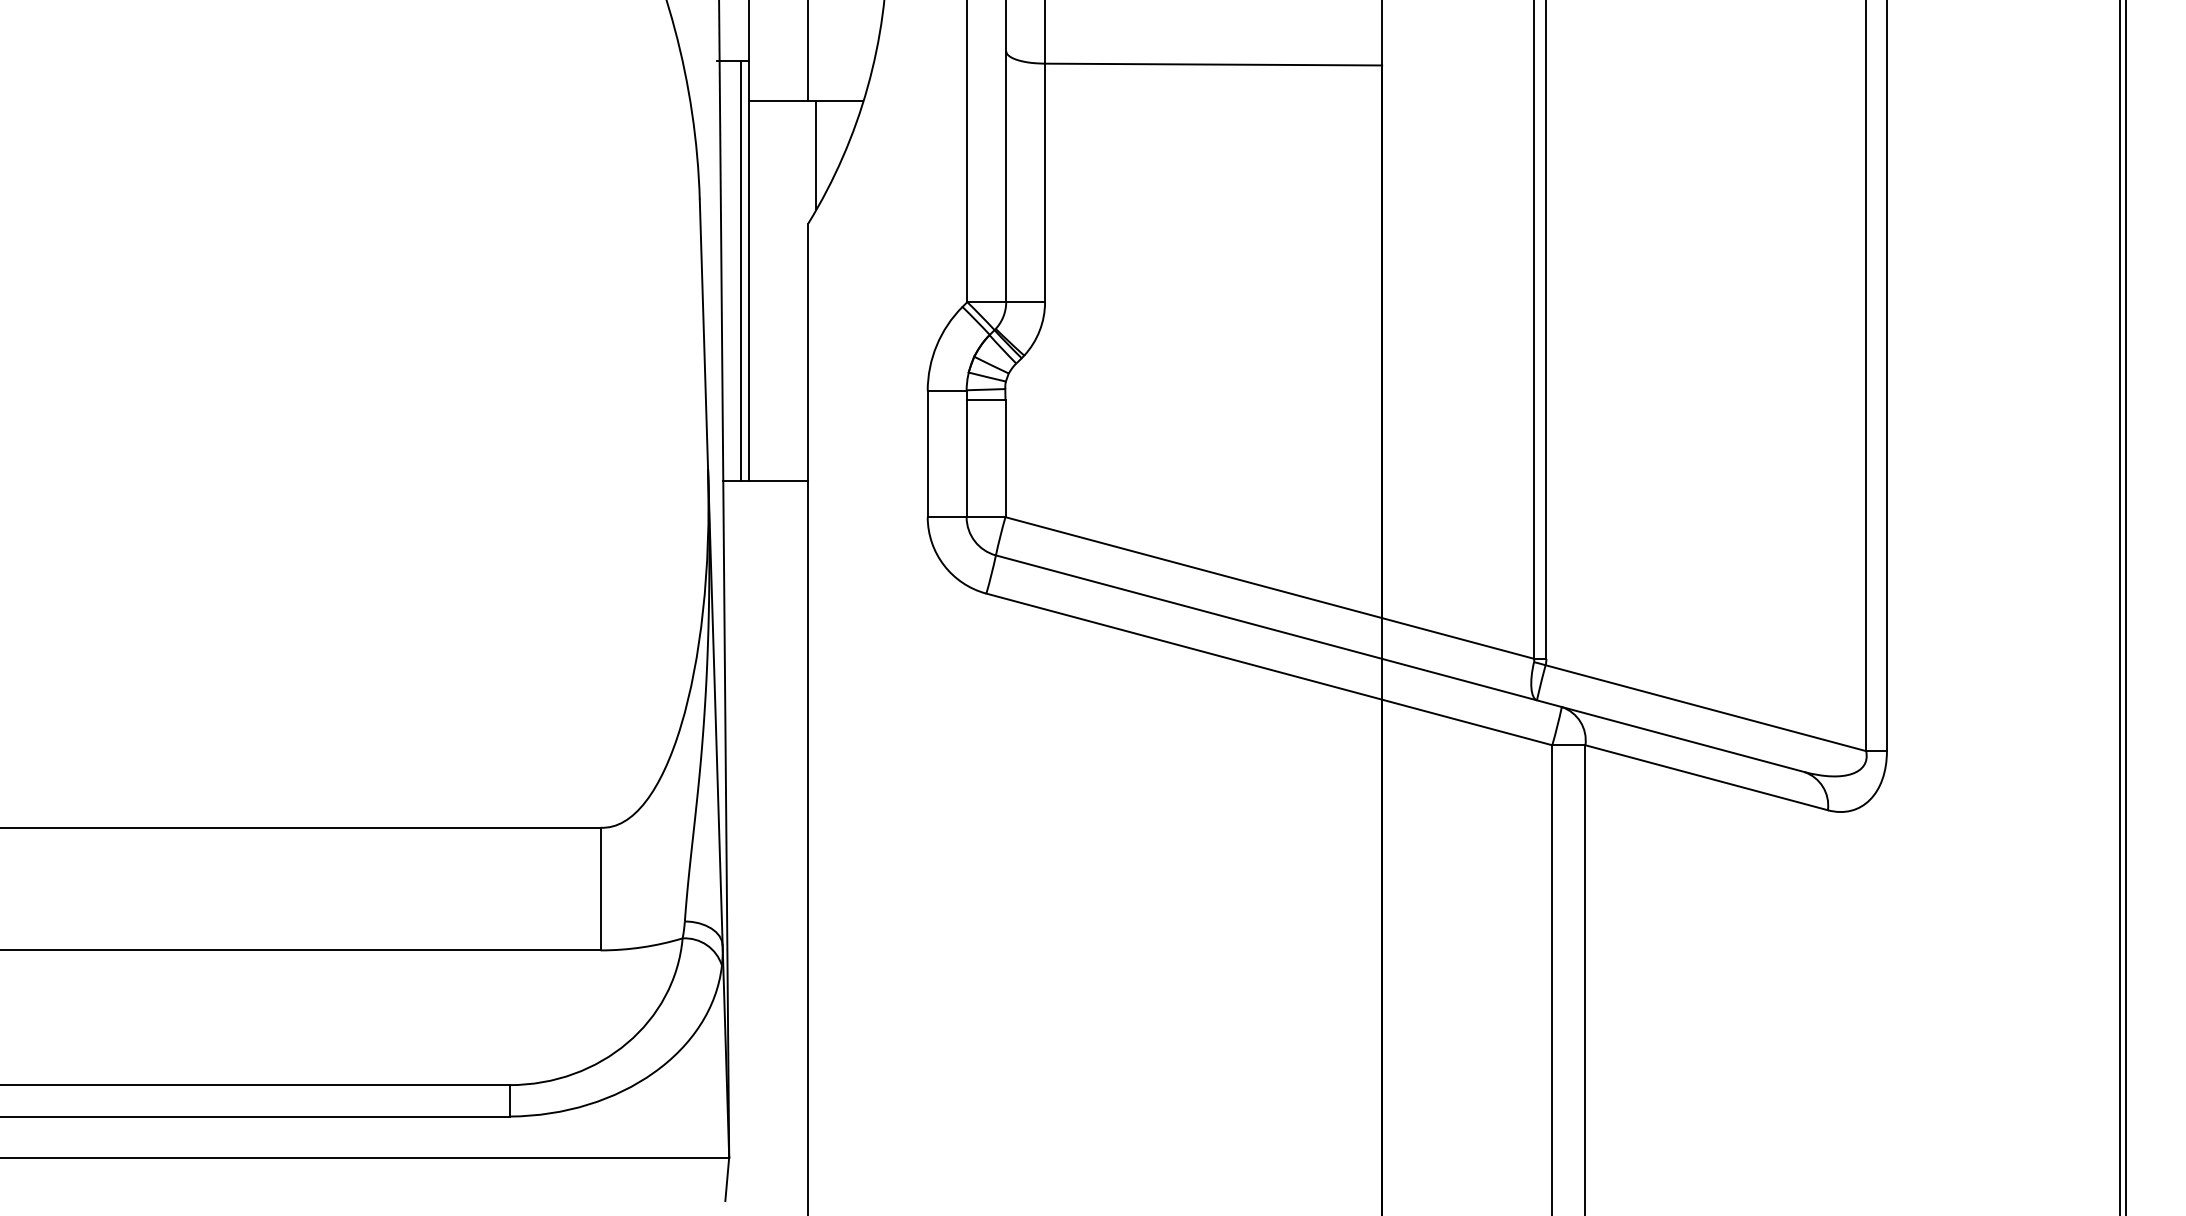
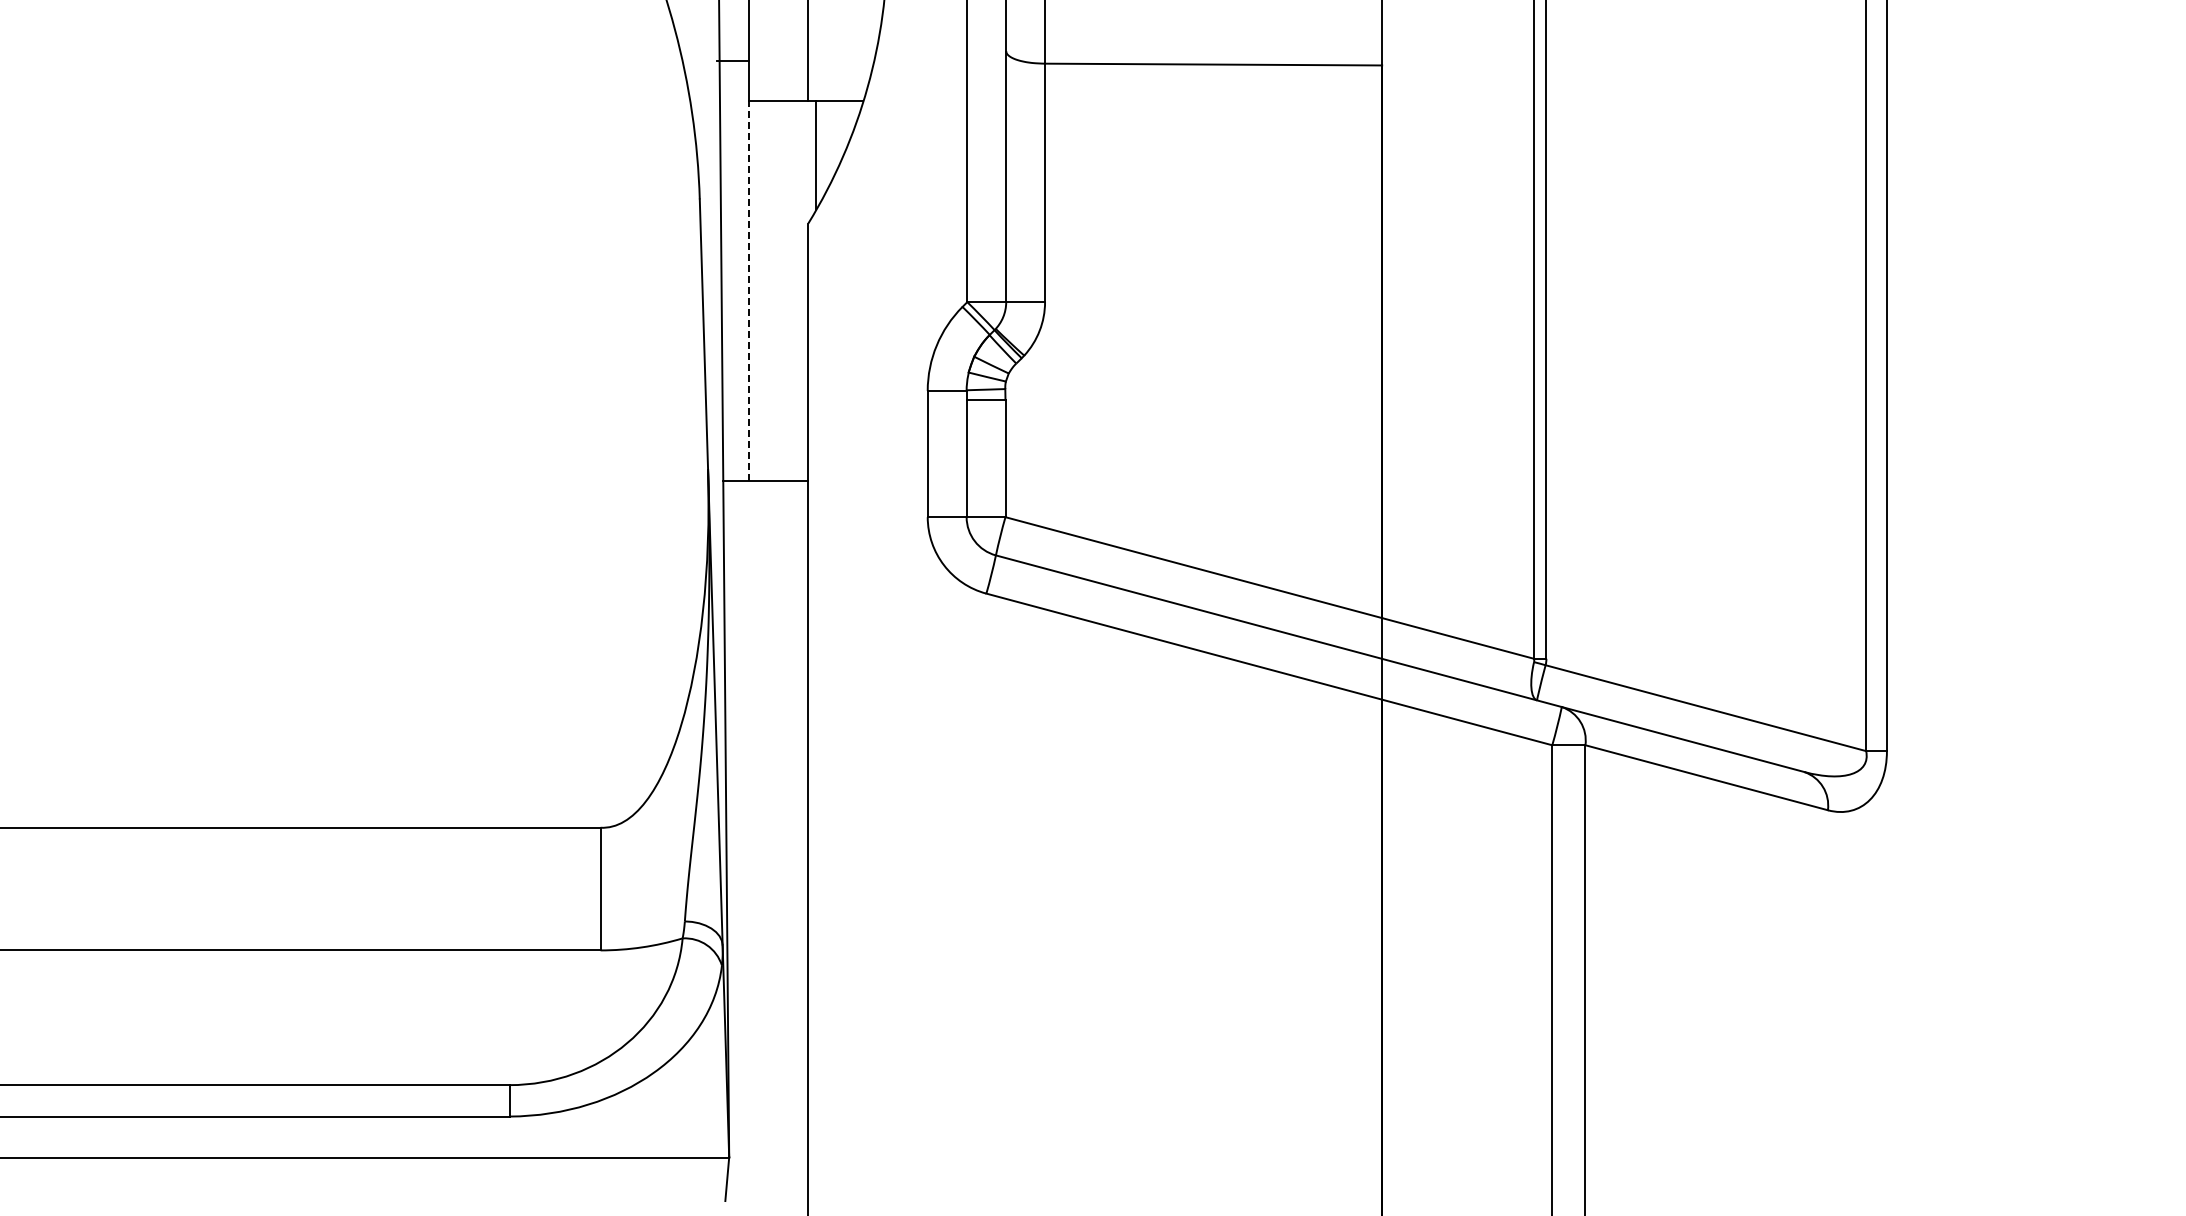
line at (741, 270): present -> none
line at (748, 290): solid -> dashed
line at (2120, 607): present -> none
line at (2126, 607): present -> none
